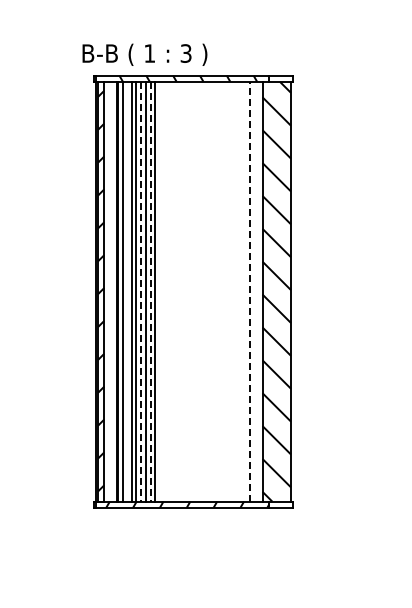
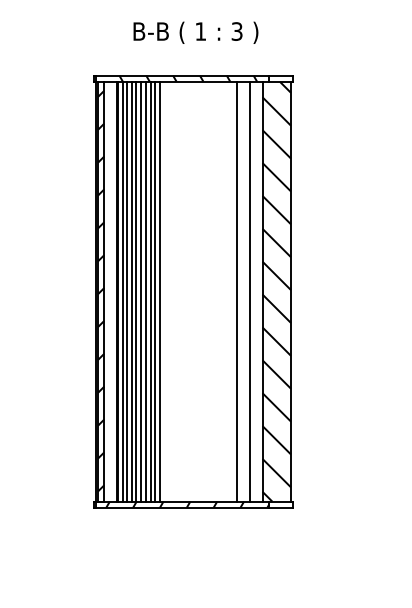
text at (144, 54) position: (144, 54) -> (195, 32)
line at (127, 291): none -> present
line at (141, 291): dashed -> solid
line at (150, 291): dashed -> solid
line at (159, 291): none -> present
line at (236, 291): none -> present
line at (249, 291): dashed -> solid
